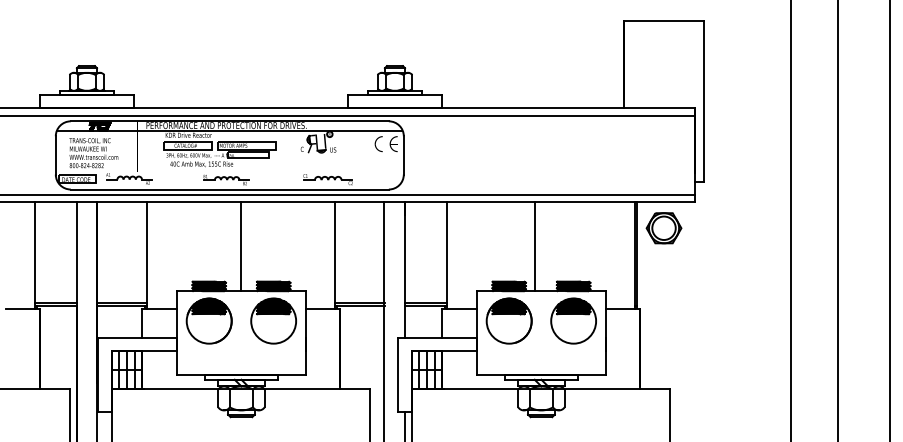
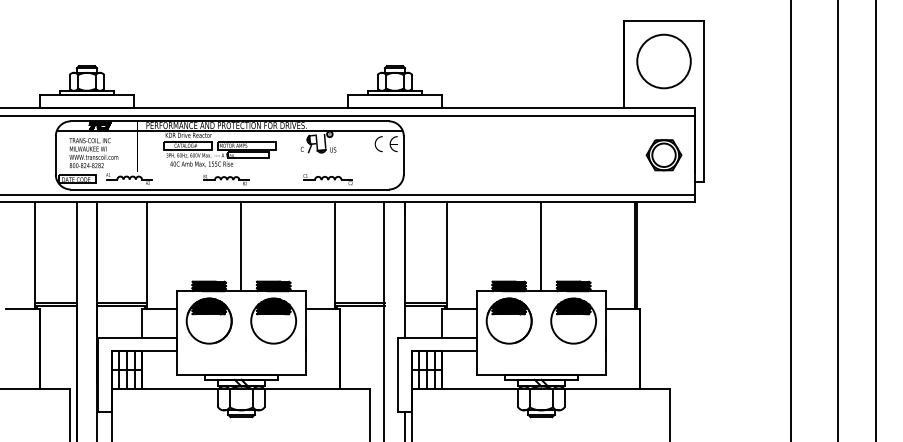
circle at (663, 61): none -> present
line at (889, 220) position: (889, 220) -> (875, 220)
part at (663, 228) position: (663, 228) -> (663, 155)
line at (534, 246) position: (534, 246) -> (540, 246)
